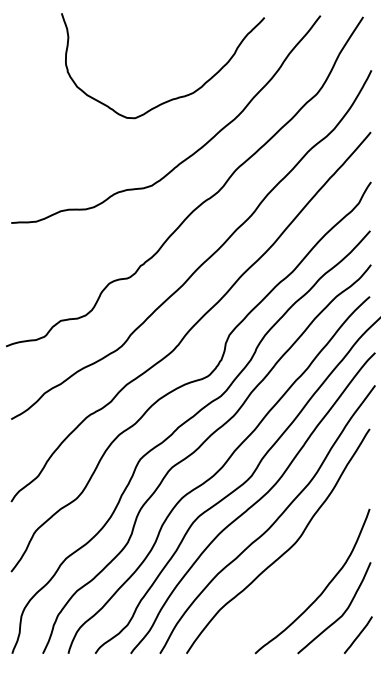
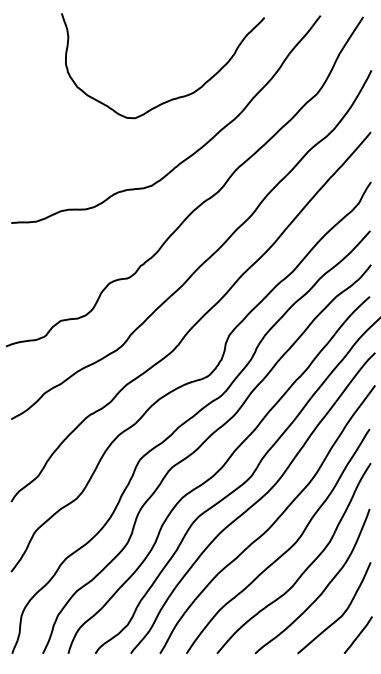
curve at (306, 567): none -> present
